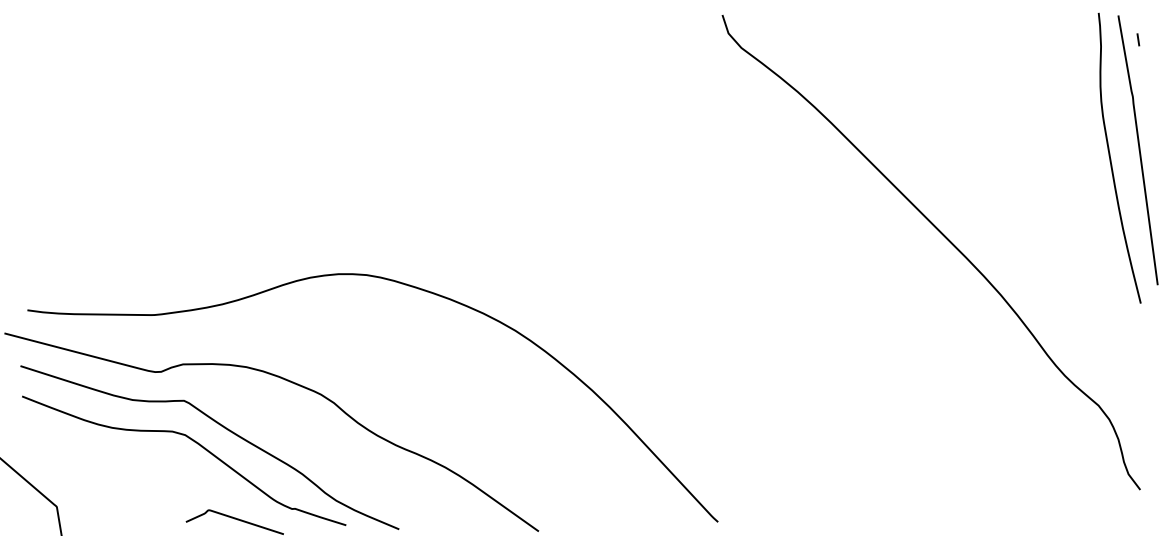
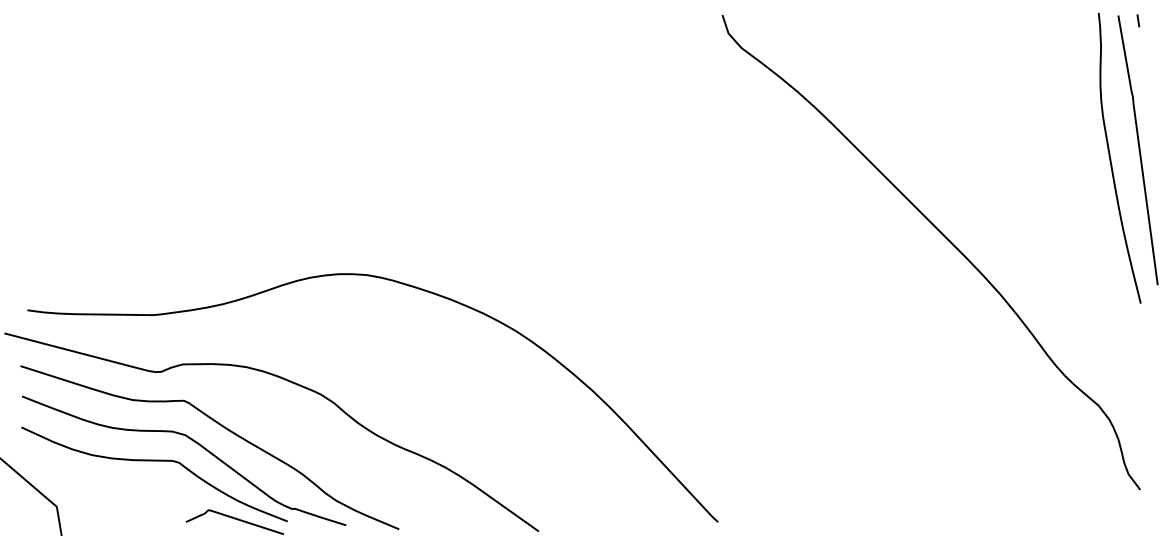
line at (1138, 39) position: (1138, 39) -> (1138, 20)
curve at (154, 461): none -> present
